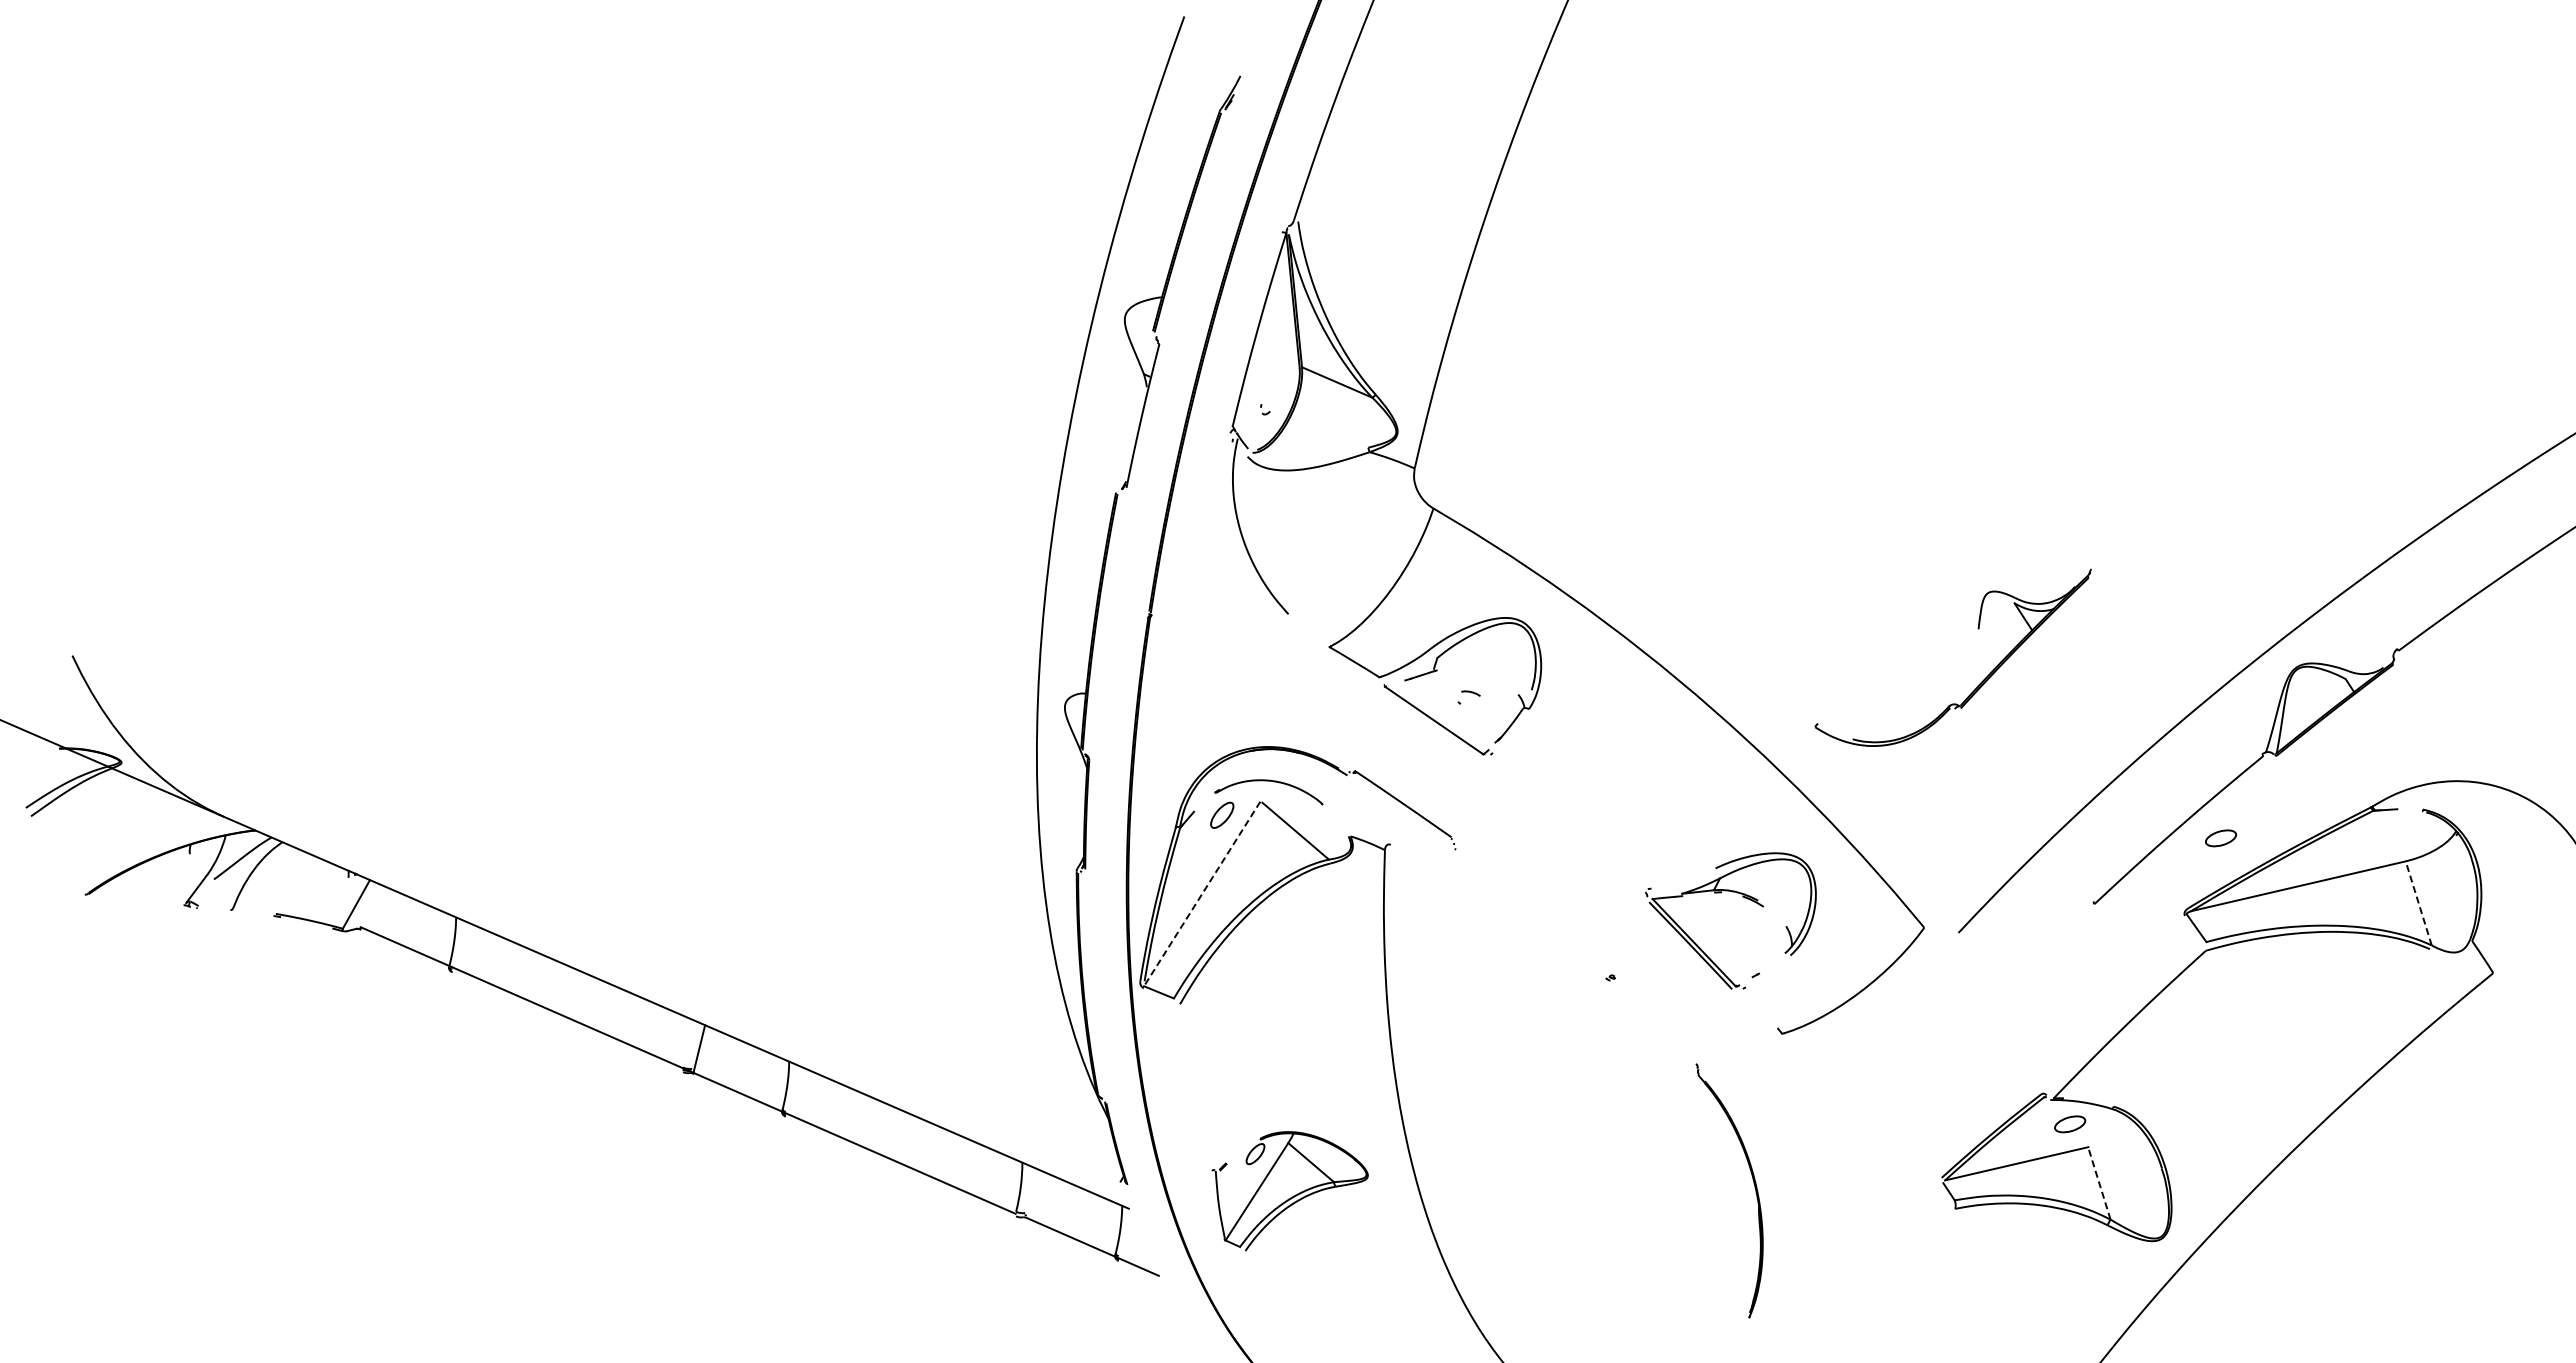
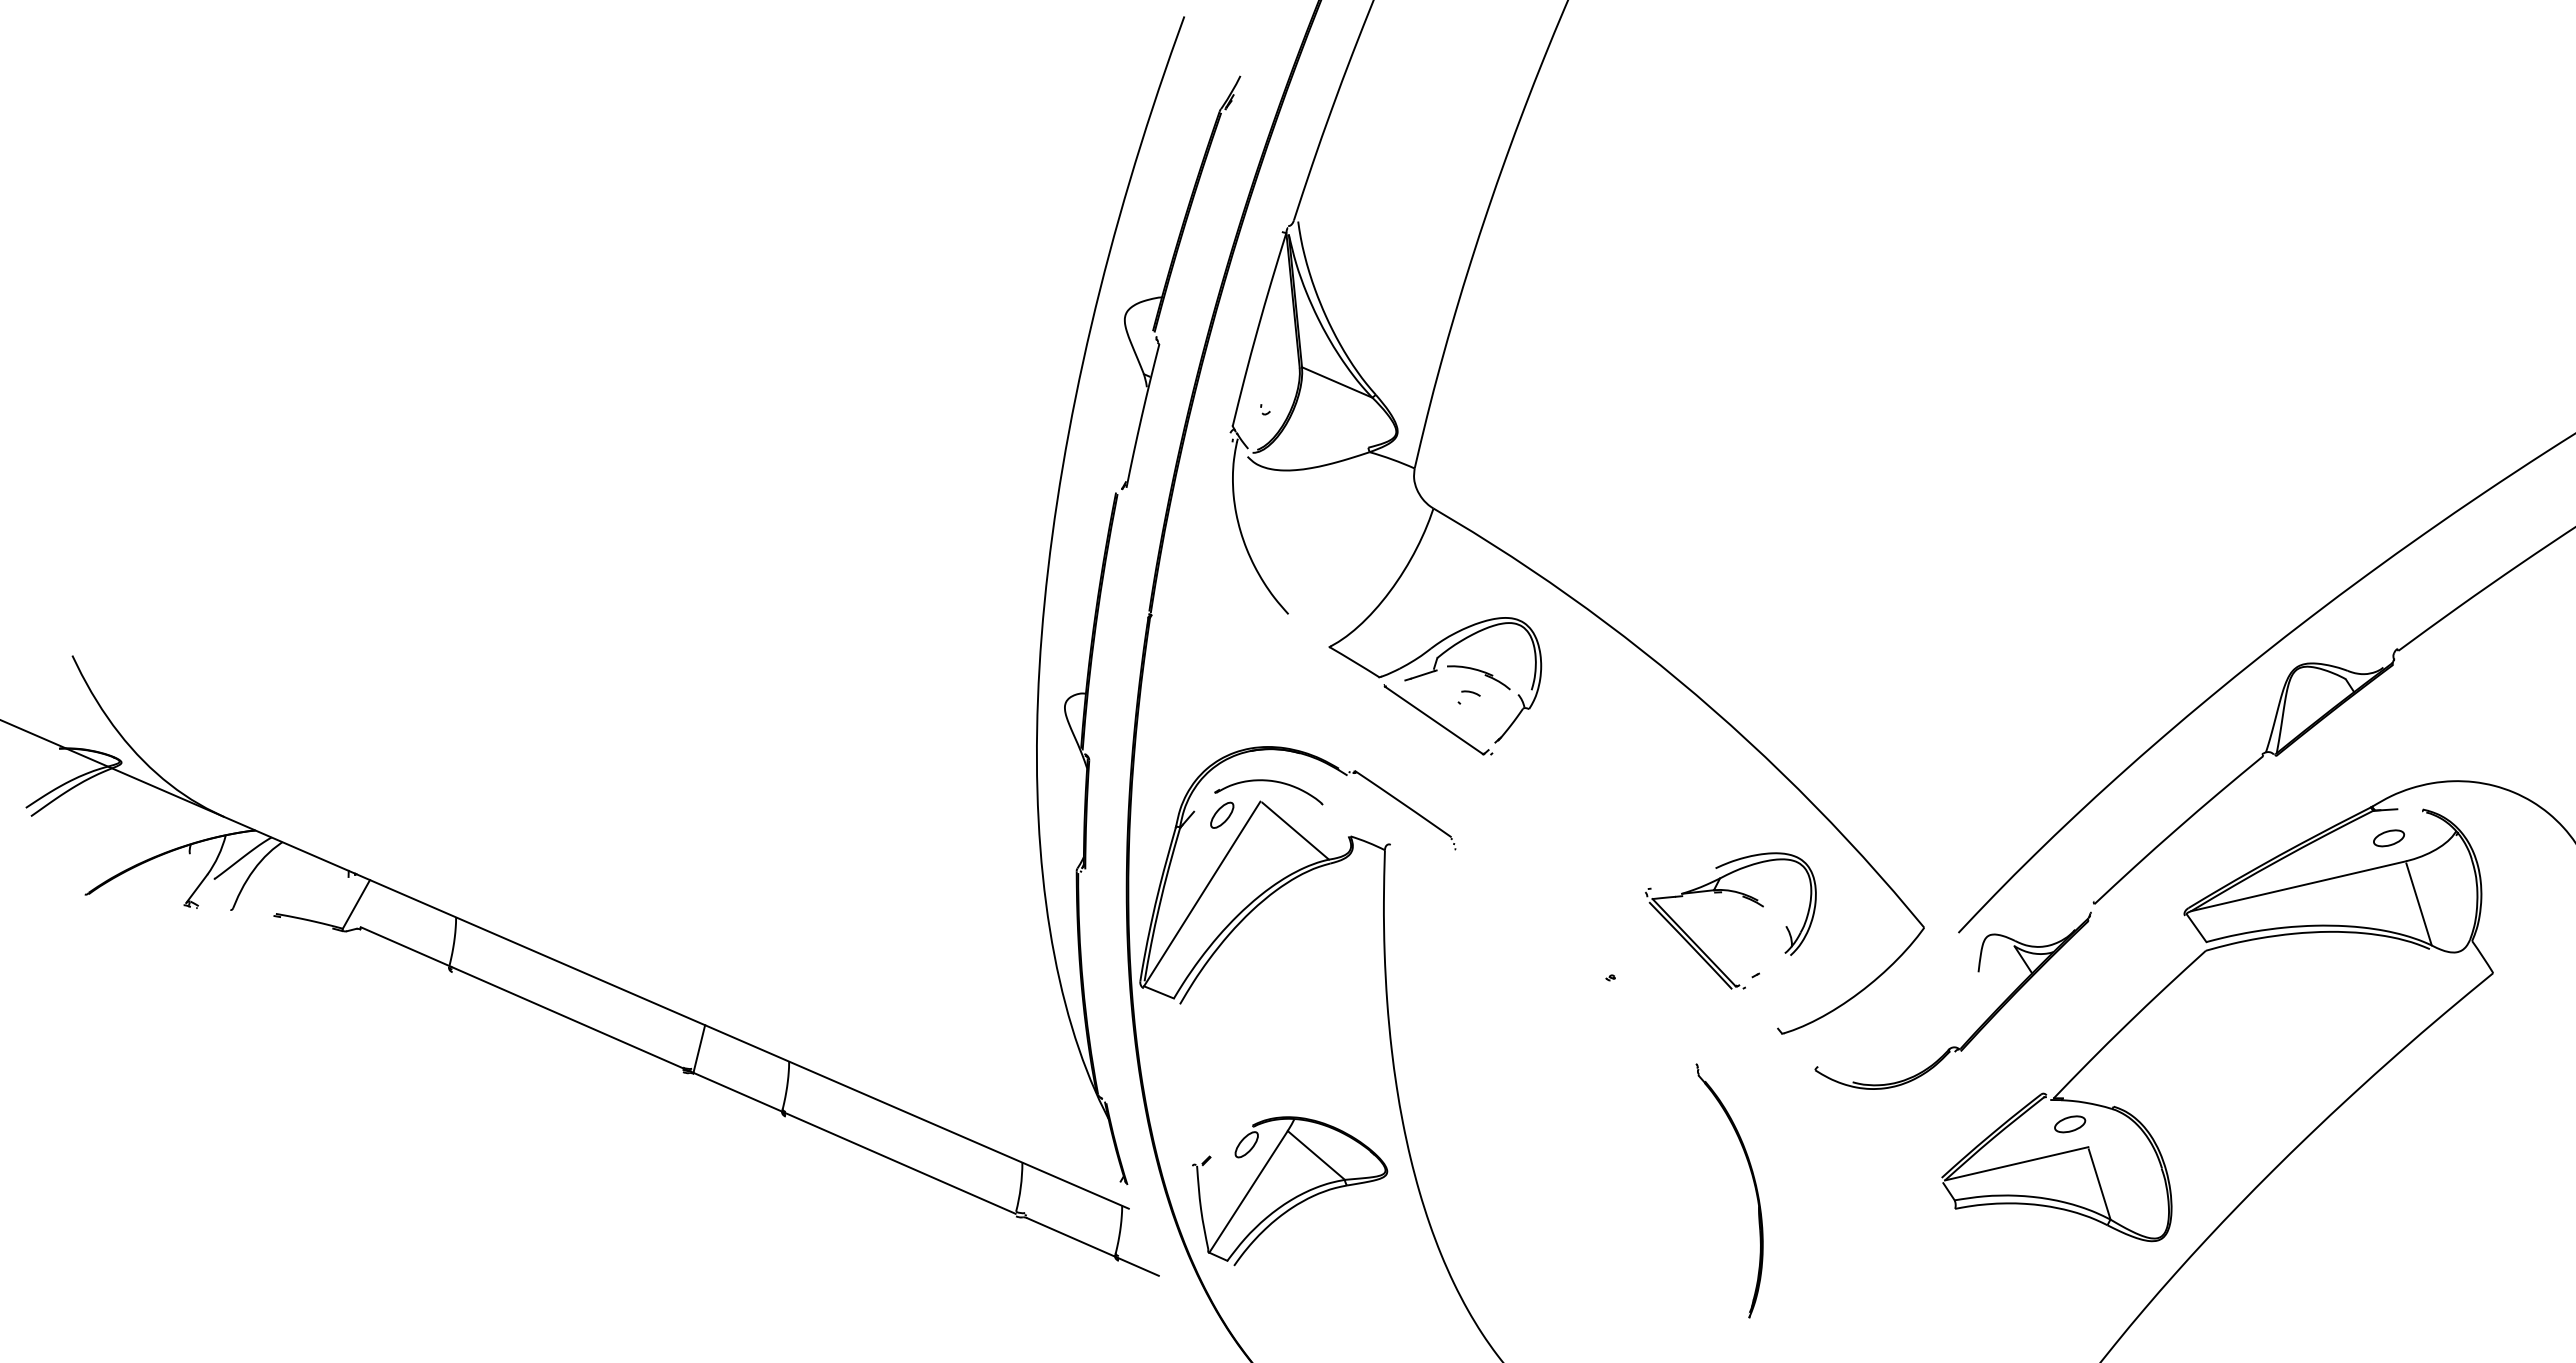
part at (1478, 677): none -> present
part at (1979, 683) position: (1979, 683) -> (1979, 1026)
part at (2221, 838) position: (2221, 838) -> (2389, 838)
line at (1201, 894): dashed -> solid
line at (2419, 904): dashed -> solid
line at (2099, 1184): dashed -> solid
part at (1289, 1191) size: 158x121 px -> 197x151 px
